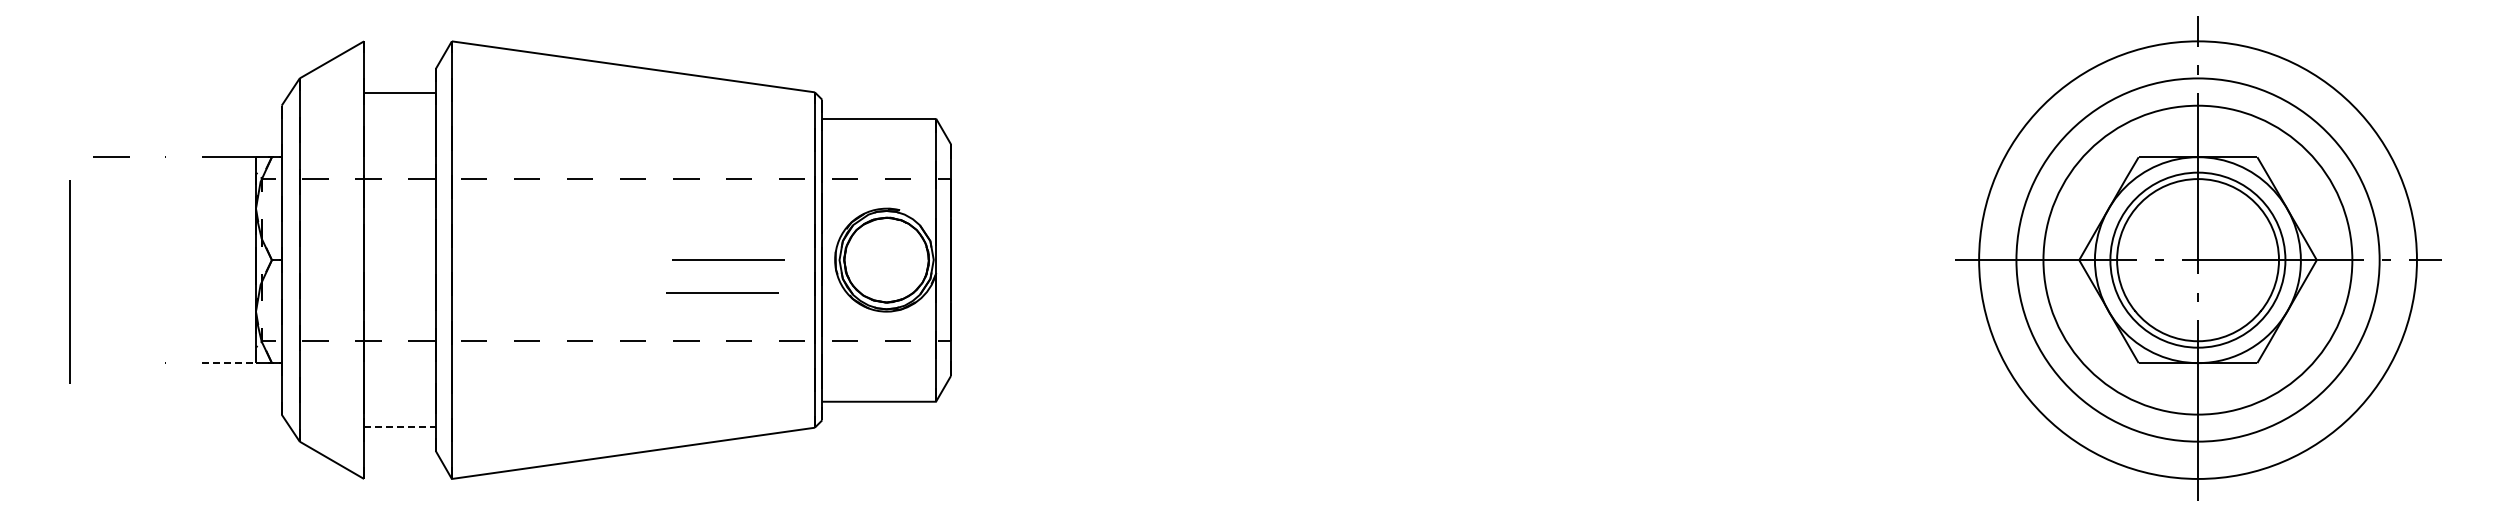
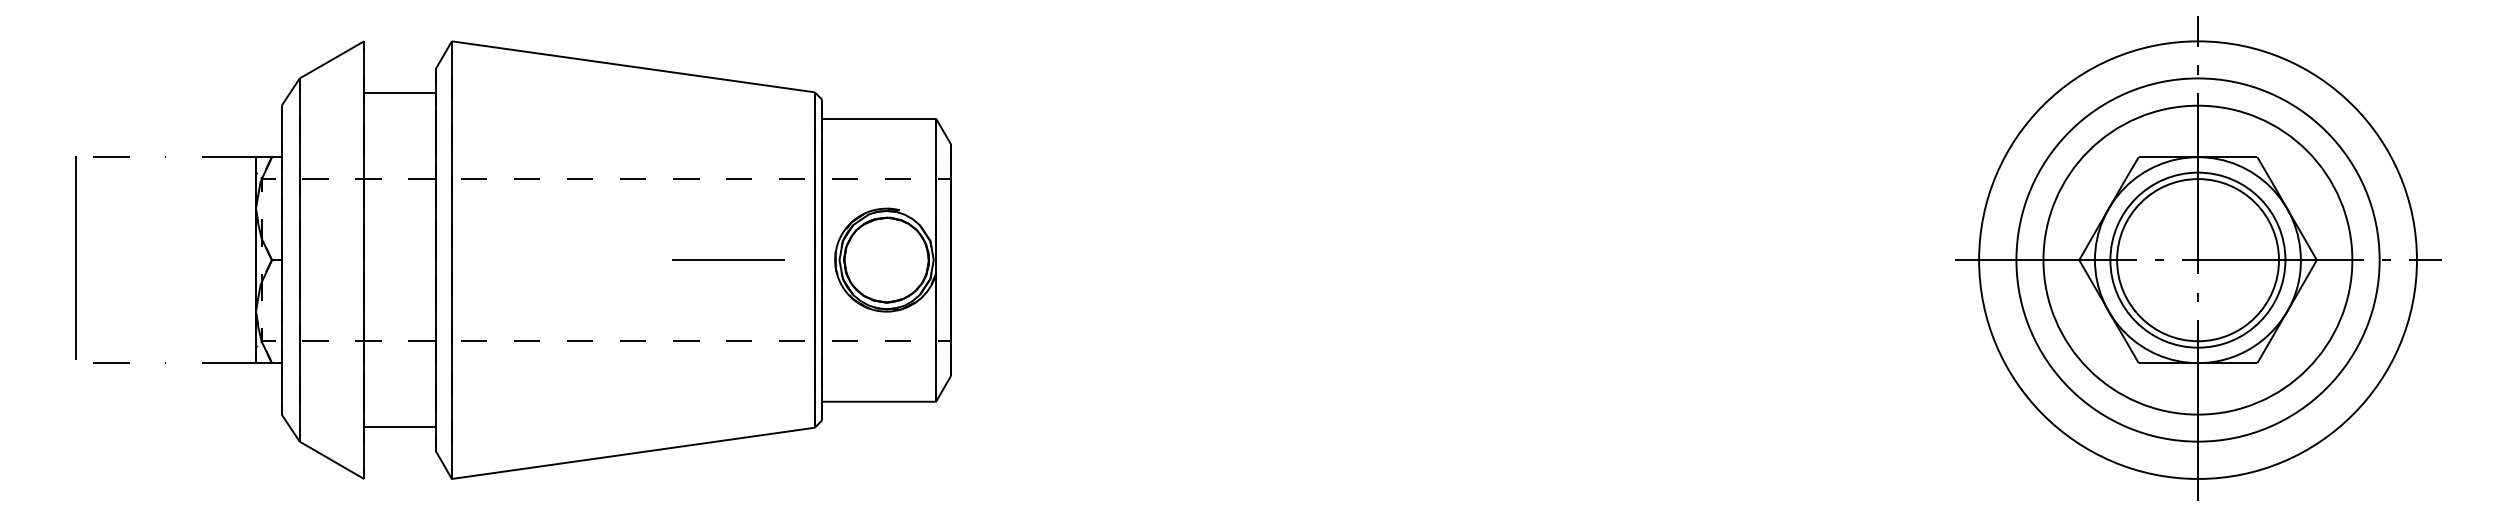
line at (69, 281) position: (69, 281) -> (75, 257)
line at (722, 292): present -> none
line at (111, 362): none -> present
line at (229, 363): dashed -> solid
line at (400, 427): dashed -> solid
